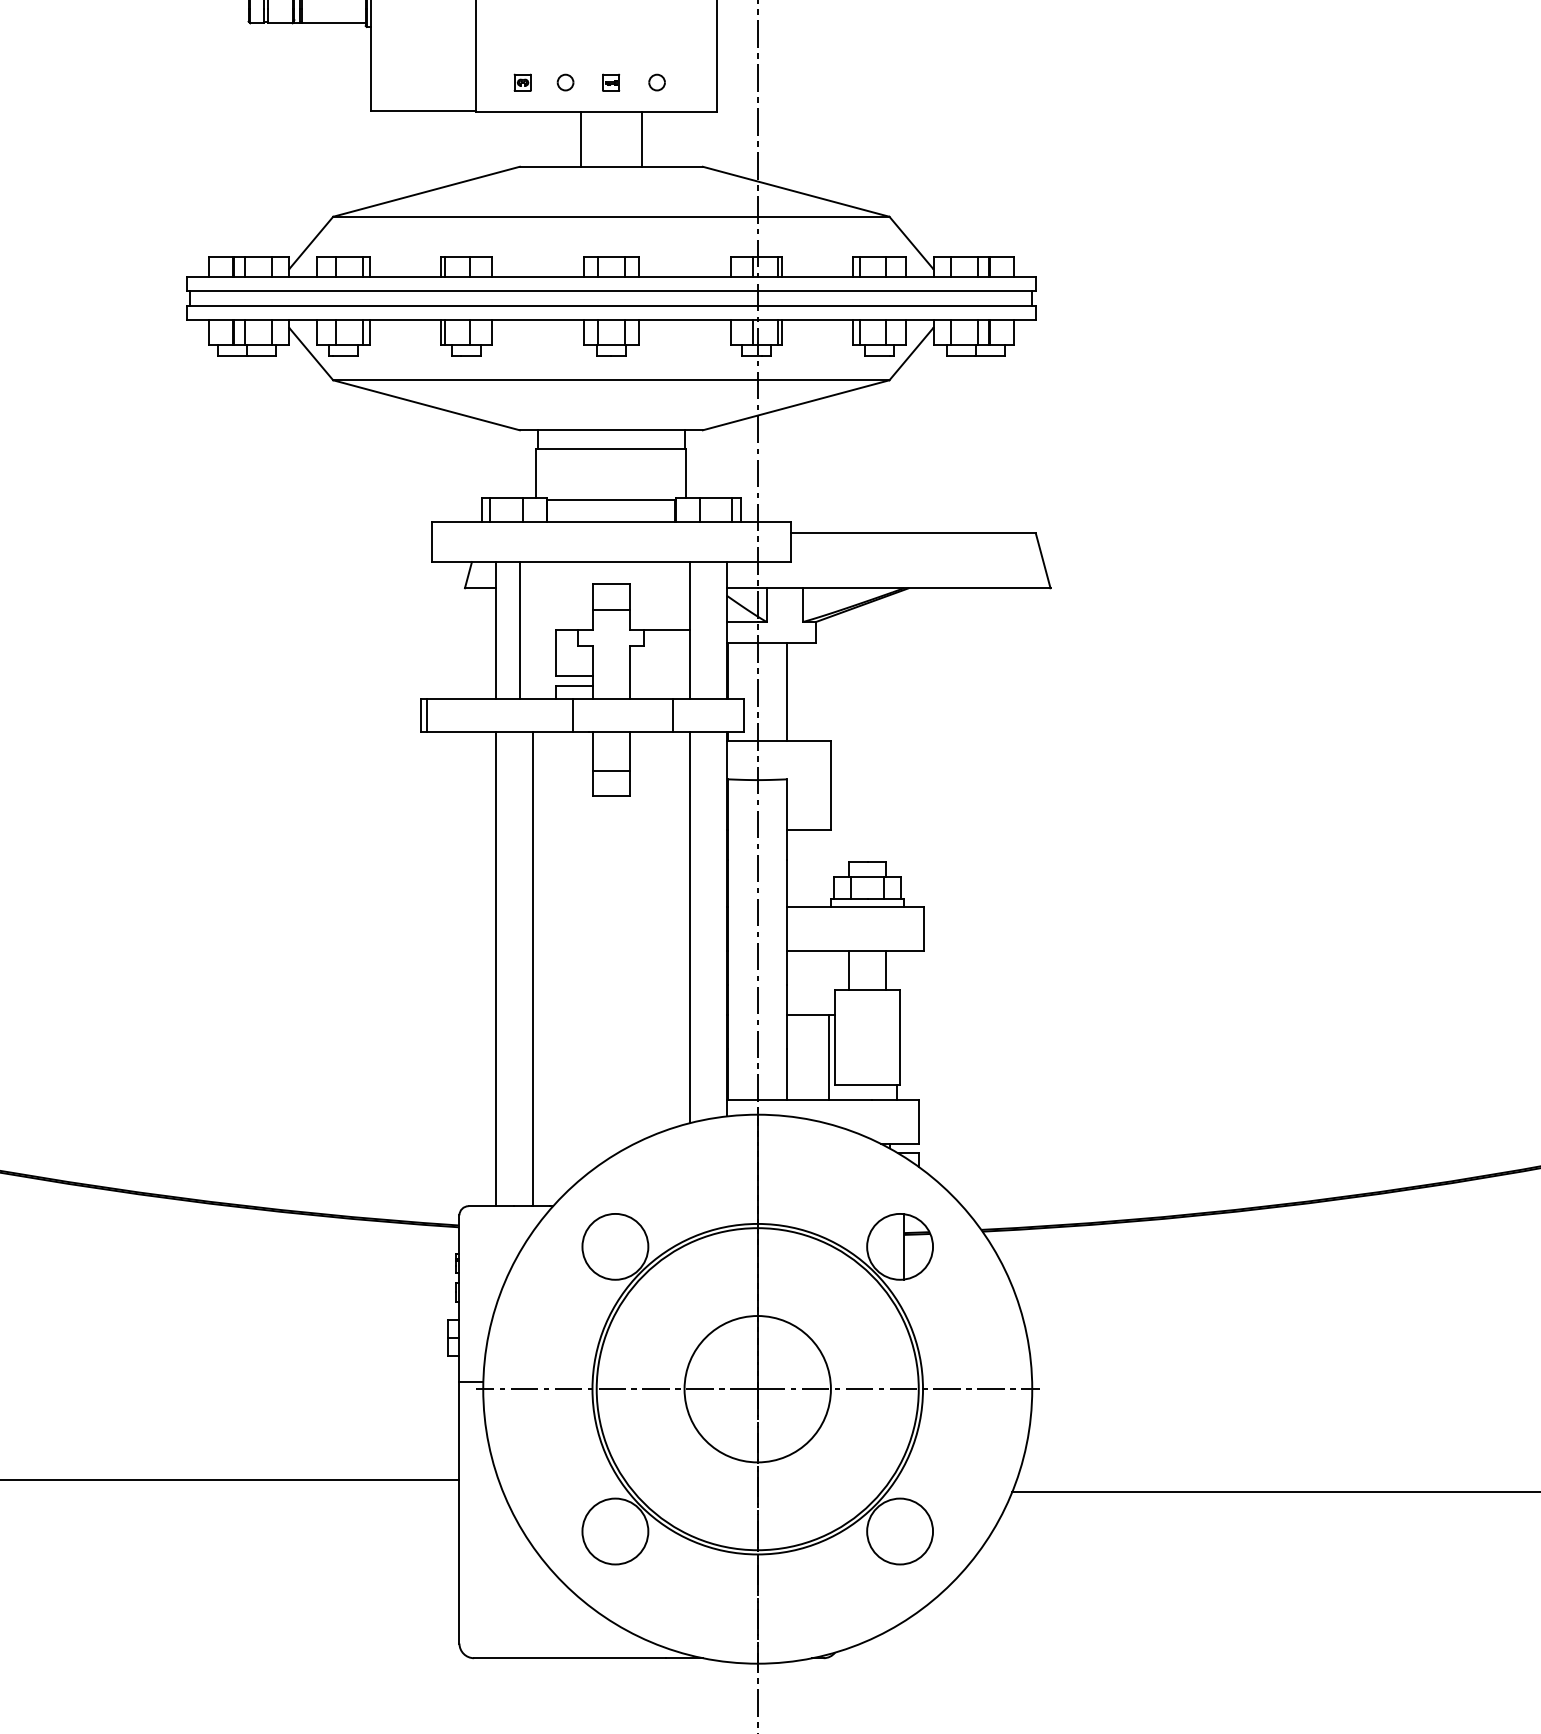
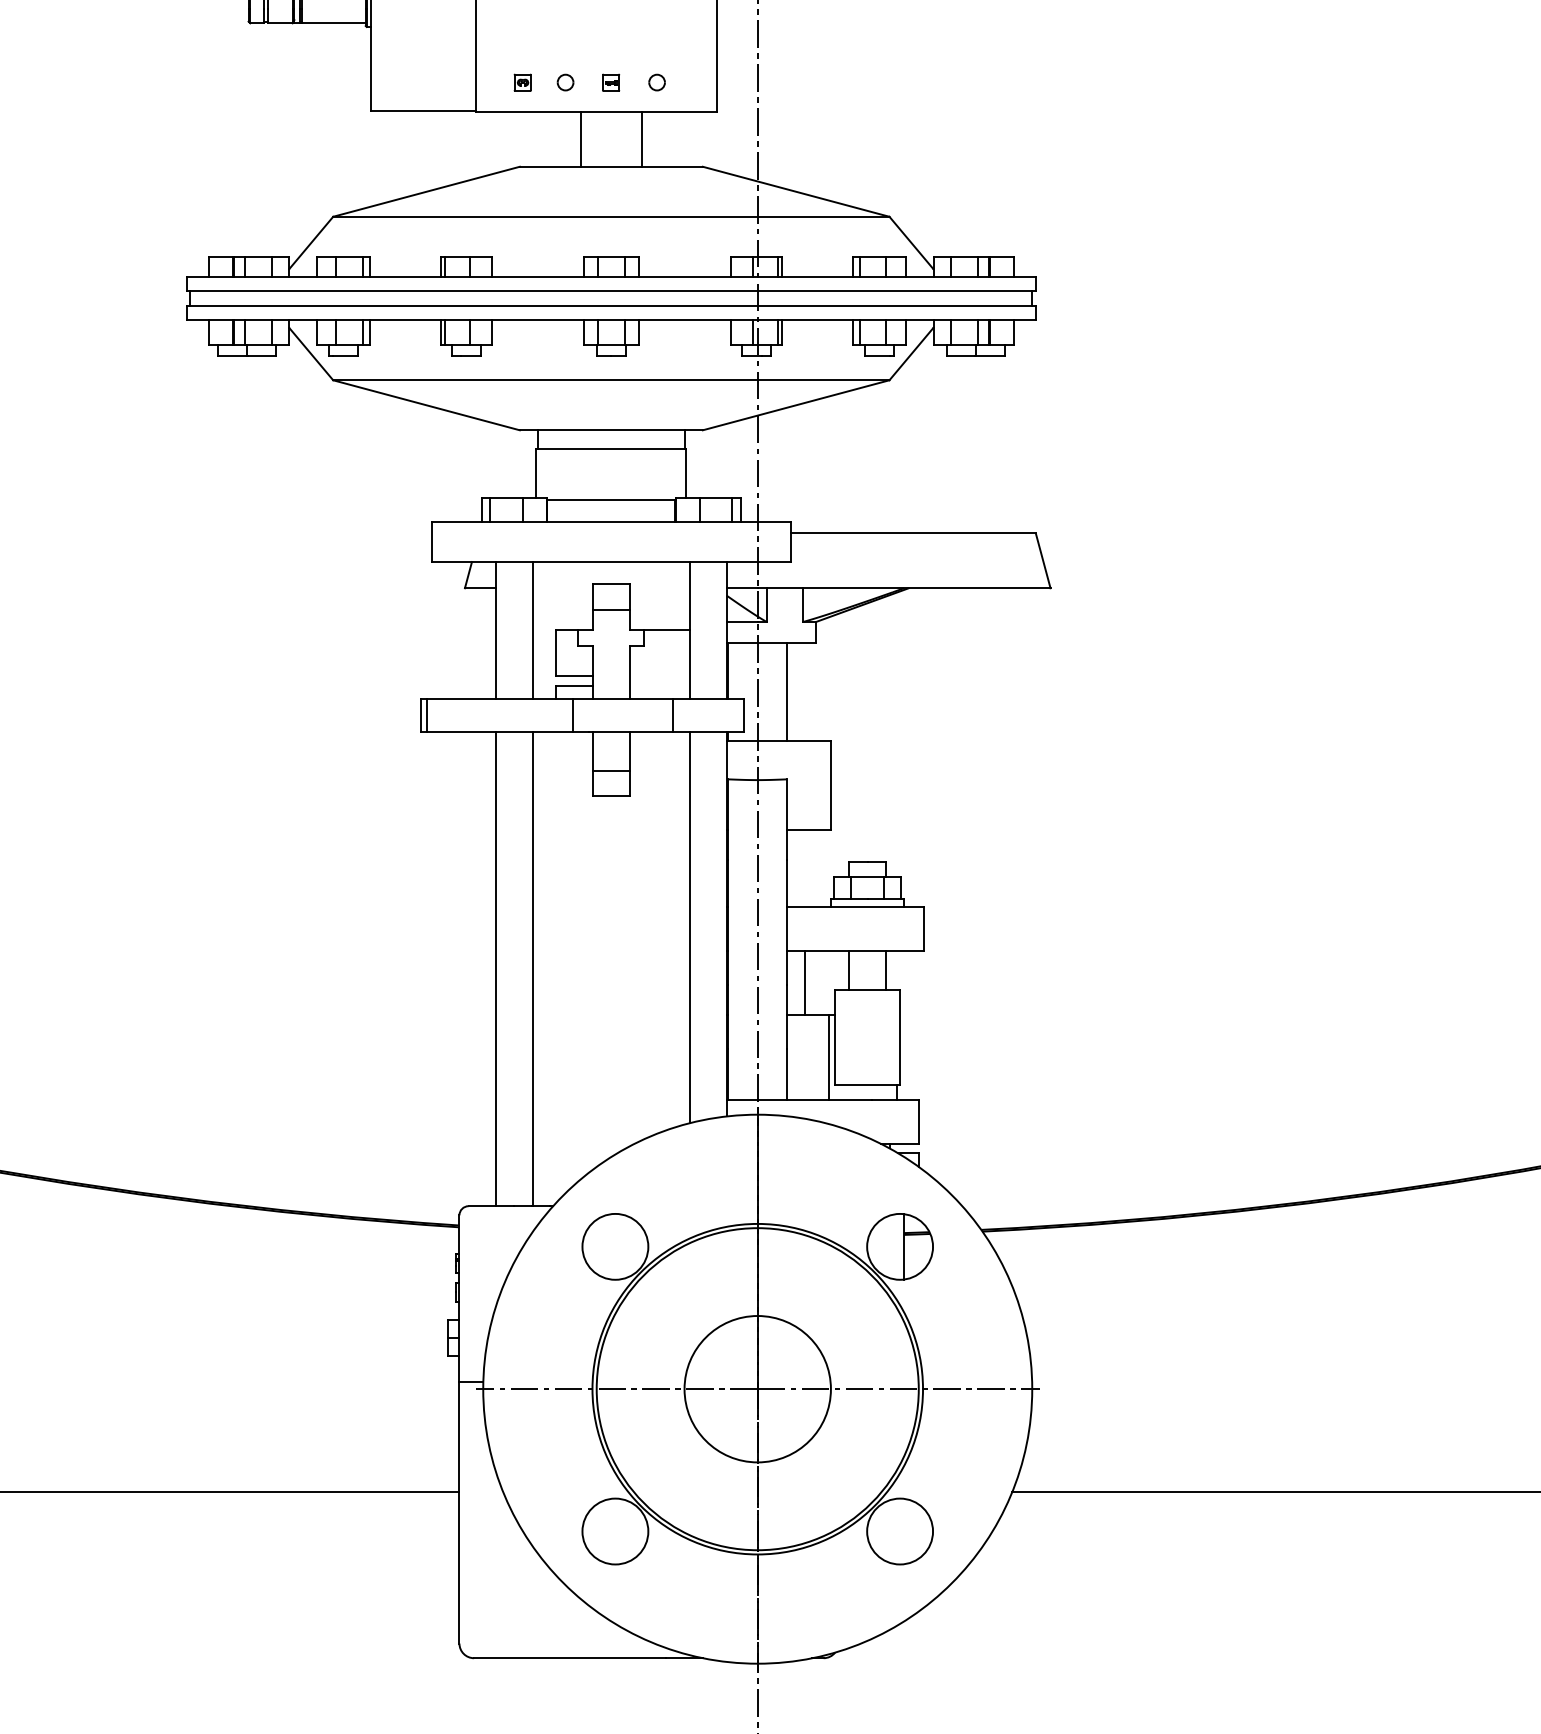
line at (519, 630) position: (519, 630) -> (532, 630)
line at (805, 982): none -> present
line at (230, 1479) position: (230, 1479) -> (230, 1491)
